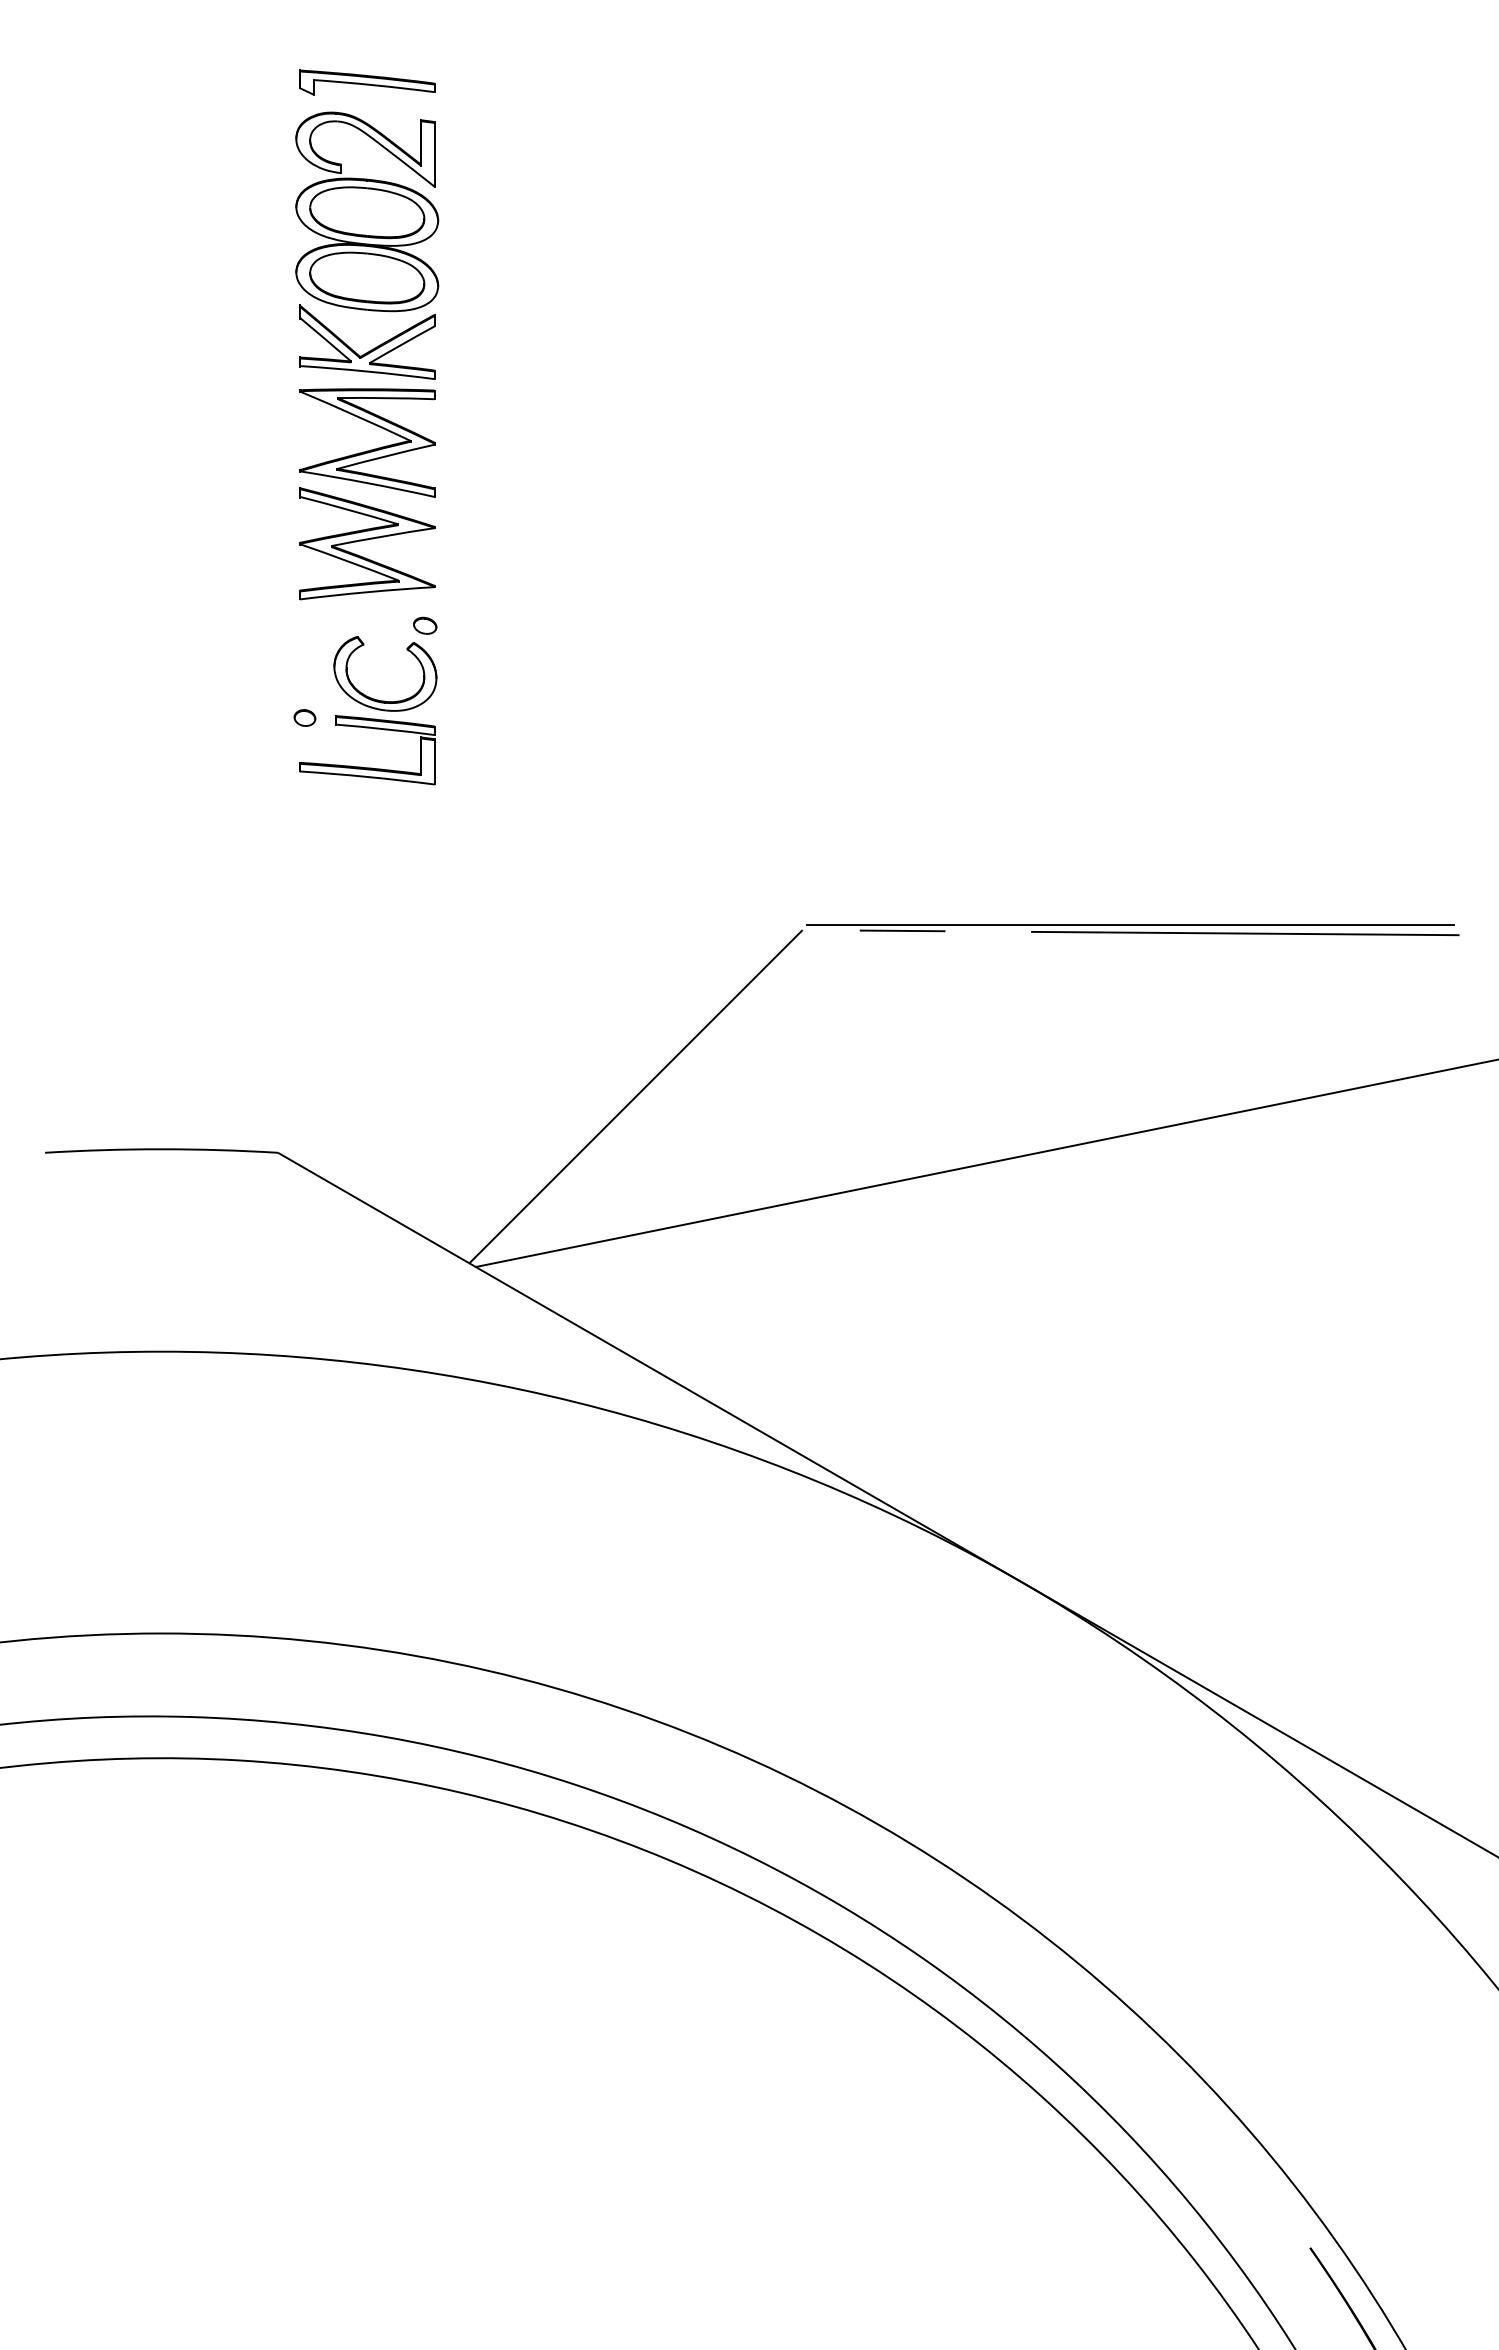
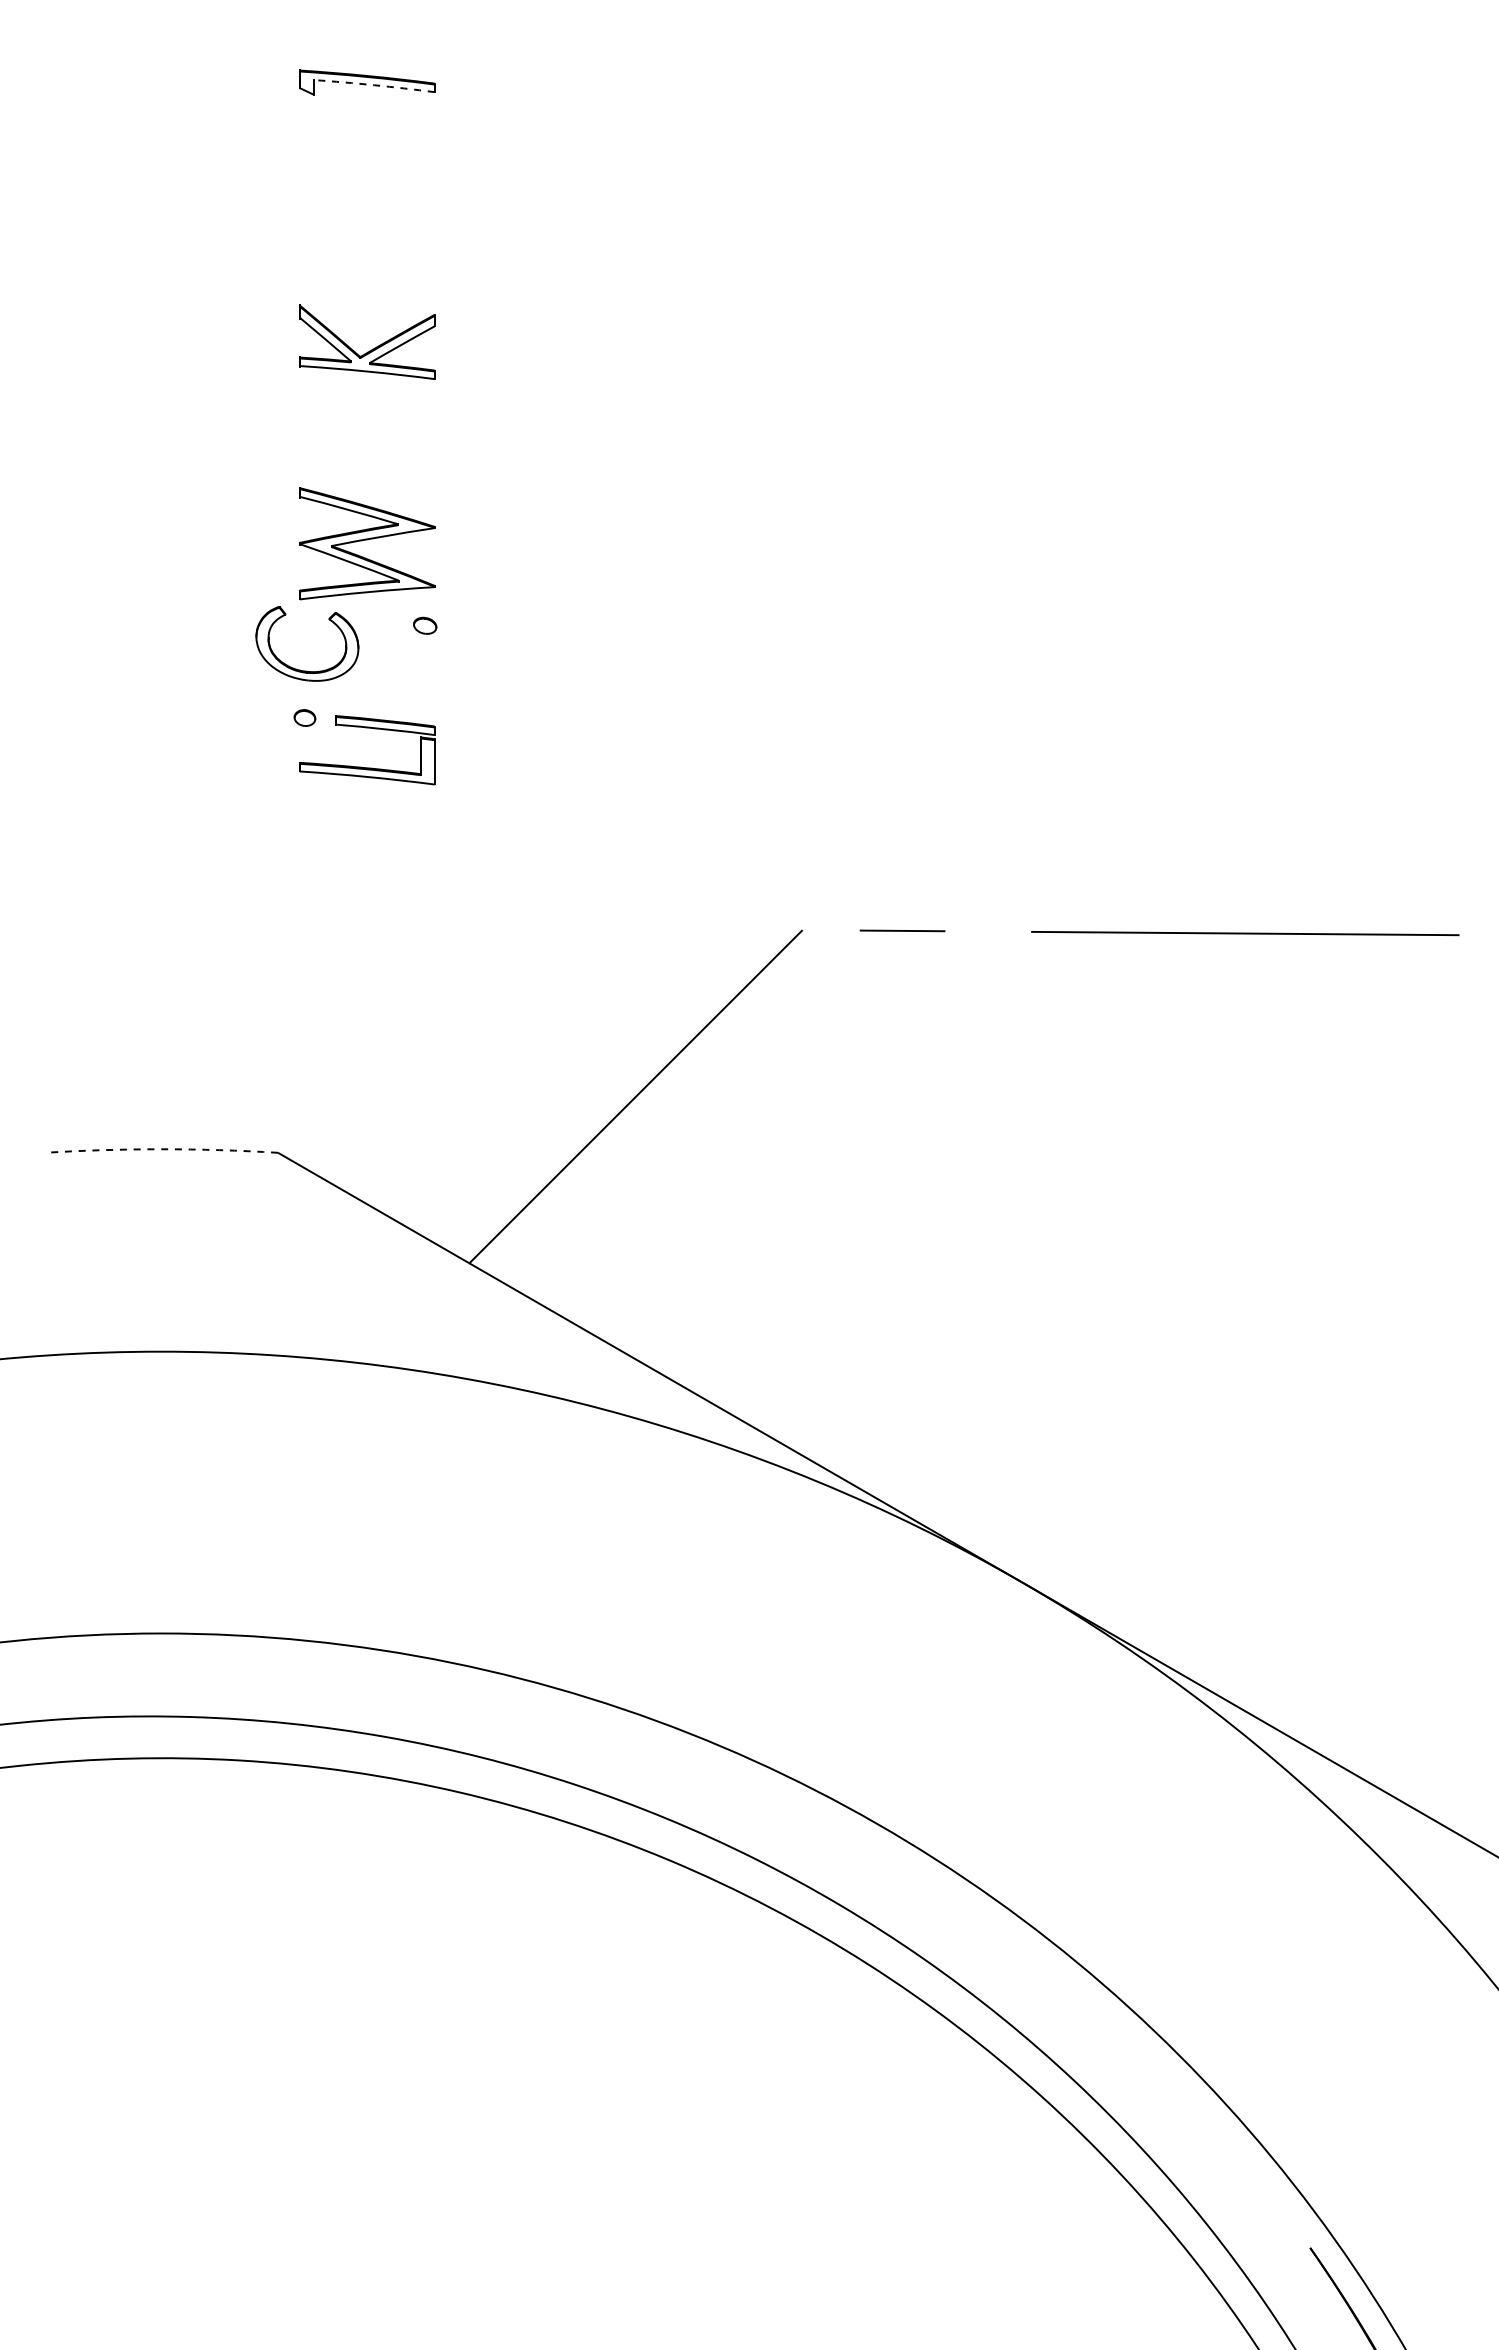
arc at (374, 85): solid -> dashed
part at (367, 211): present -> none
part at (370, 449): present -> none
part at (378, 699) position: (378, 699) -> (300, 669)
line at (1129, 925): present -> none
arc at (161, 1149): solid -> dashed
line at (985, 1163): present -> none
